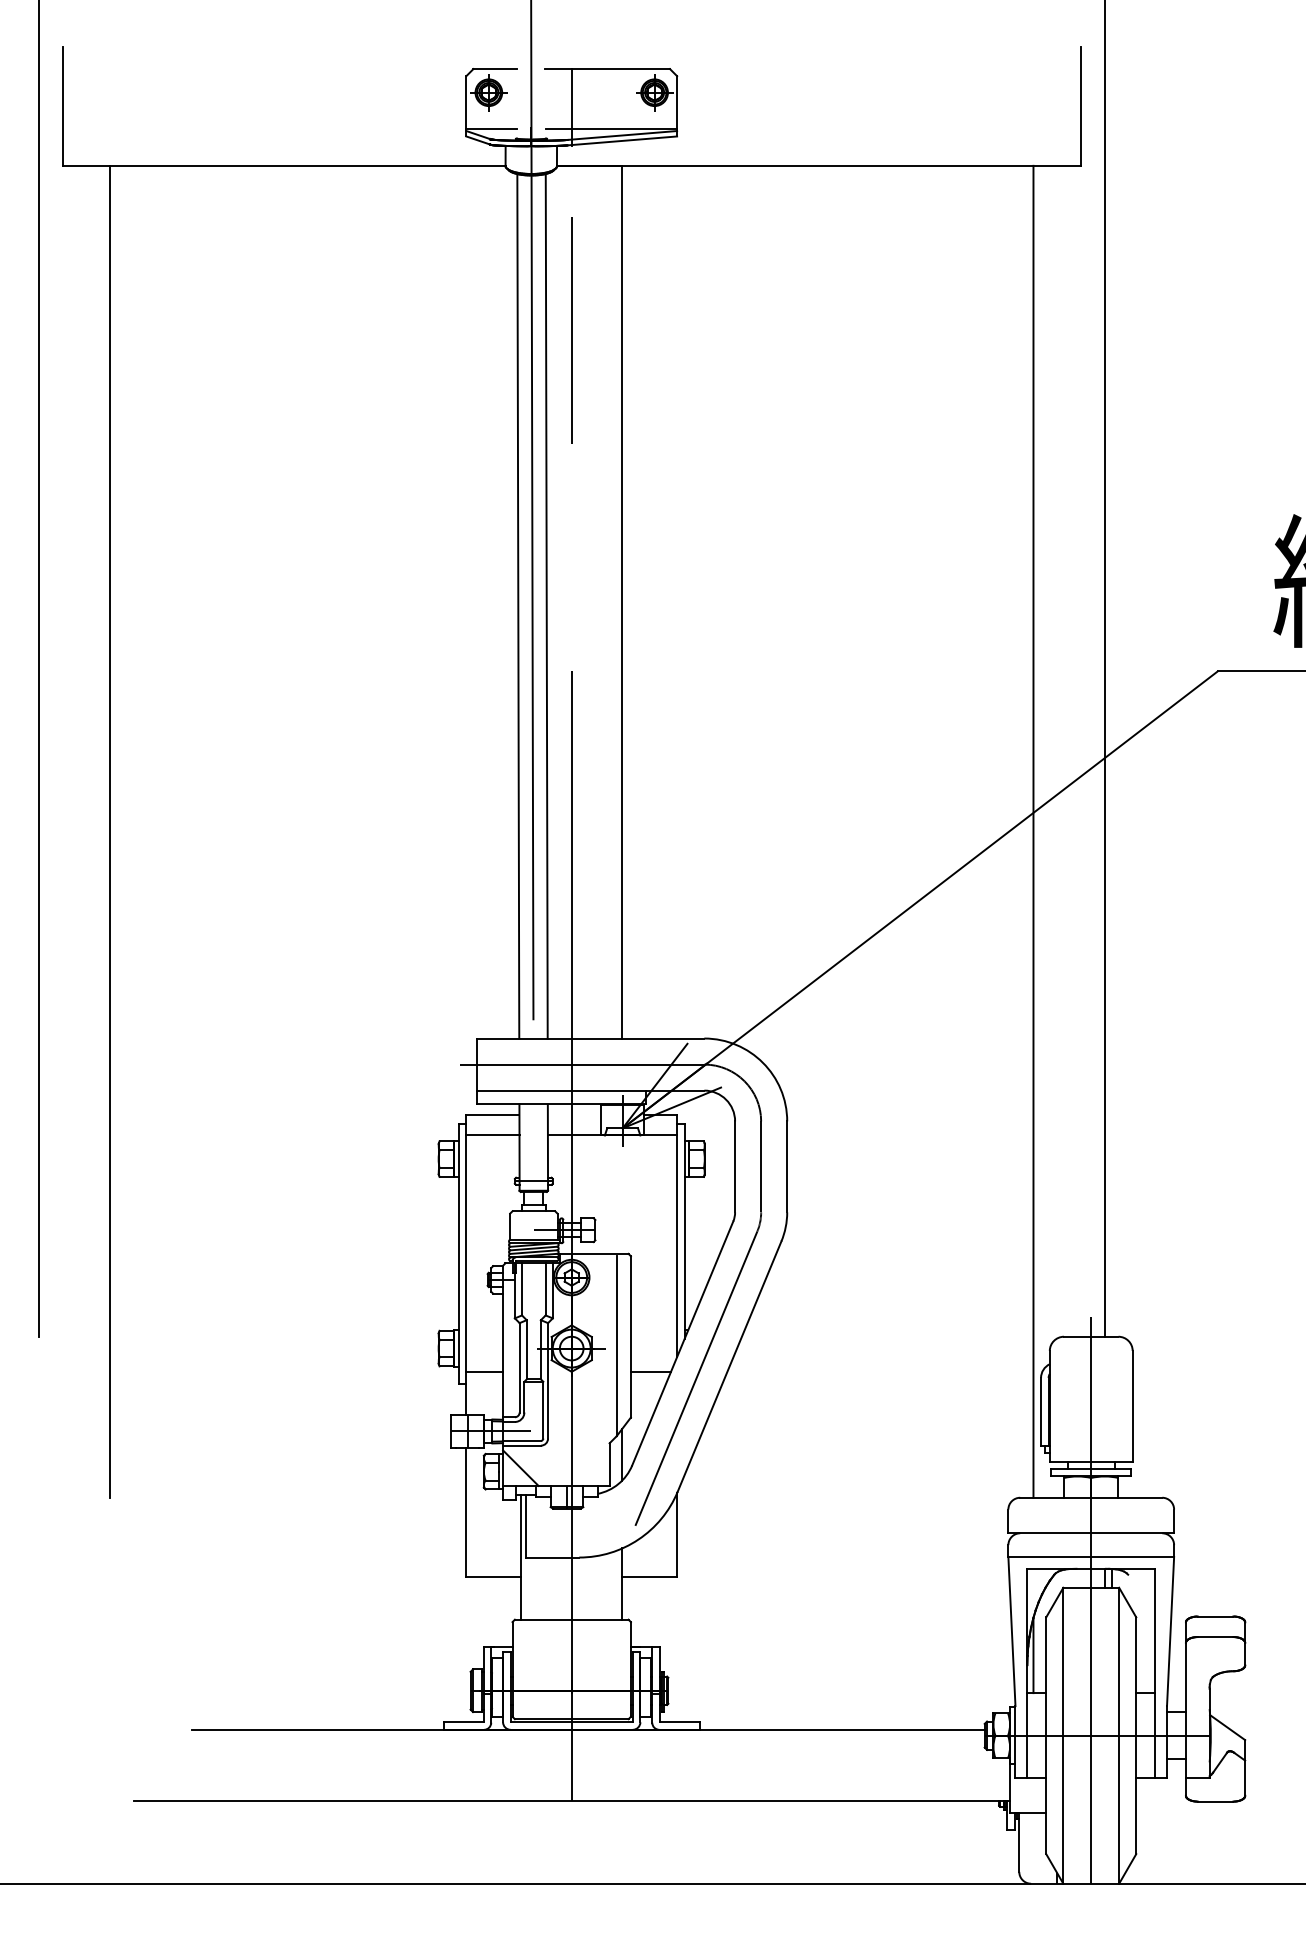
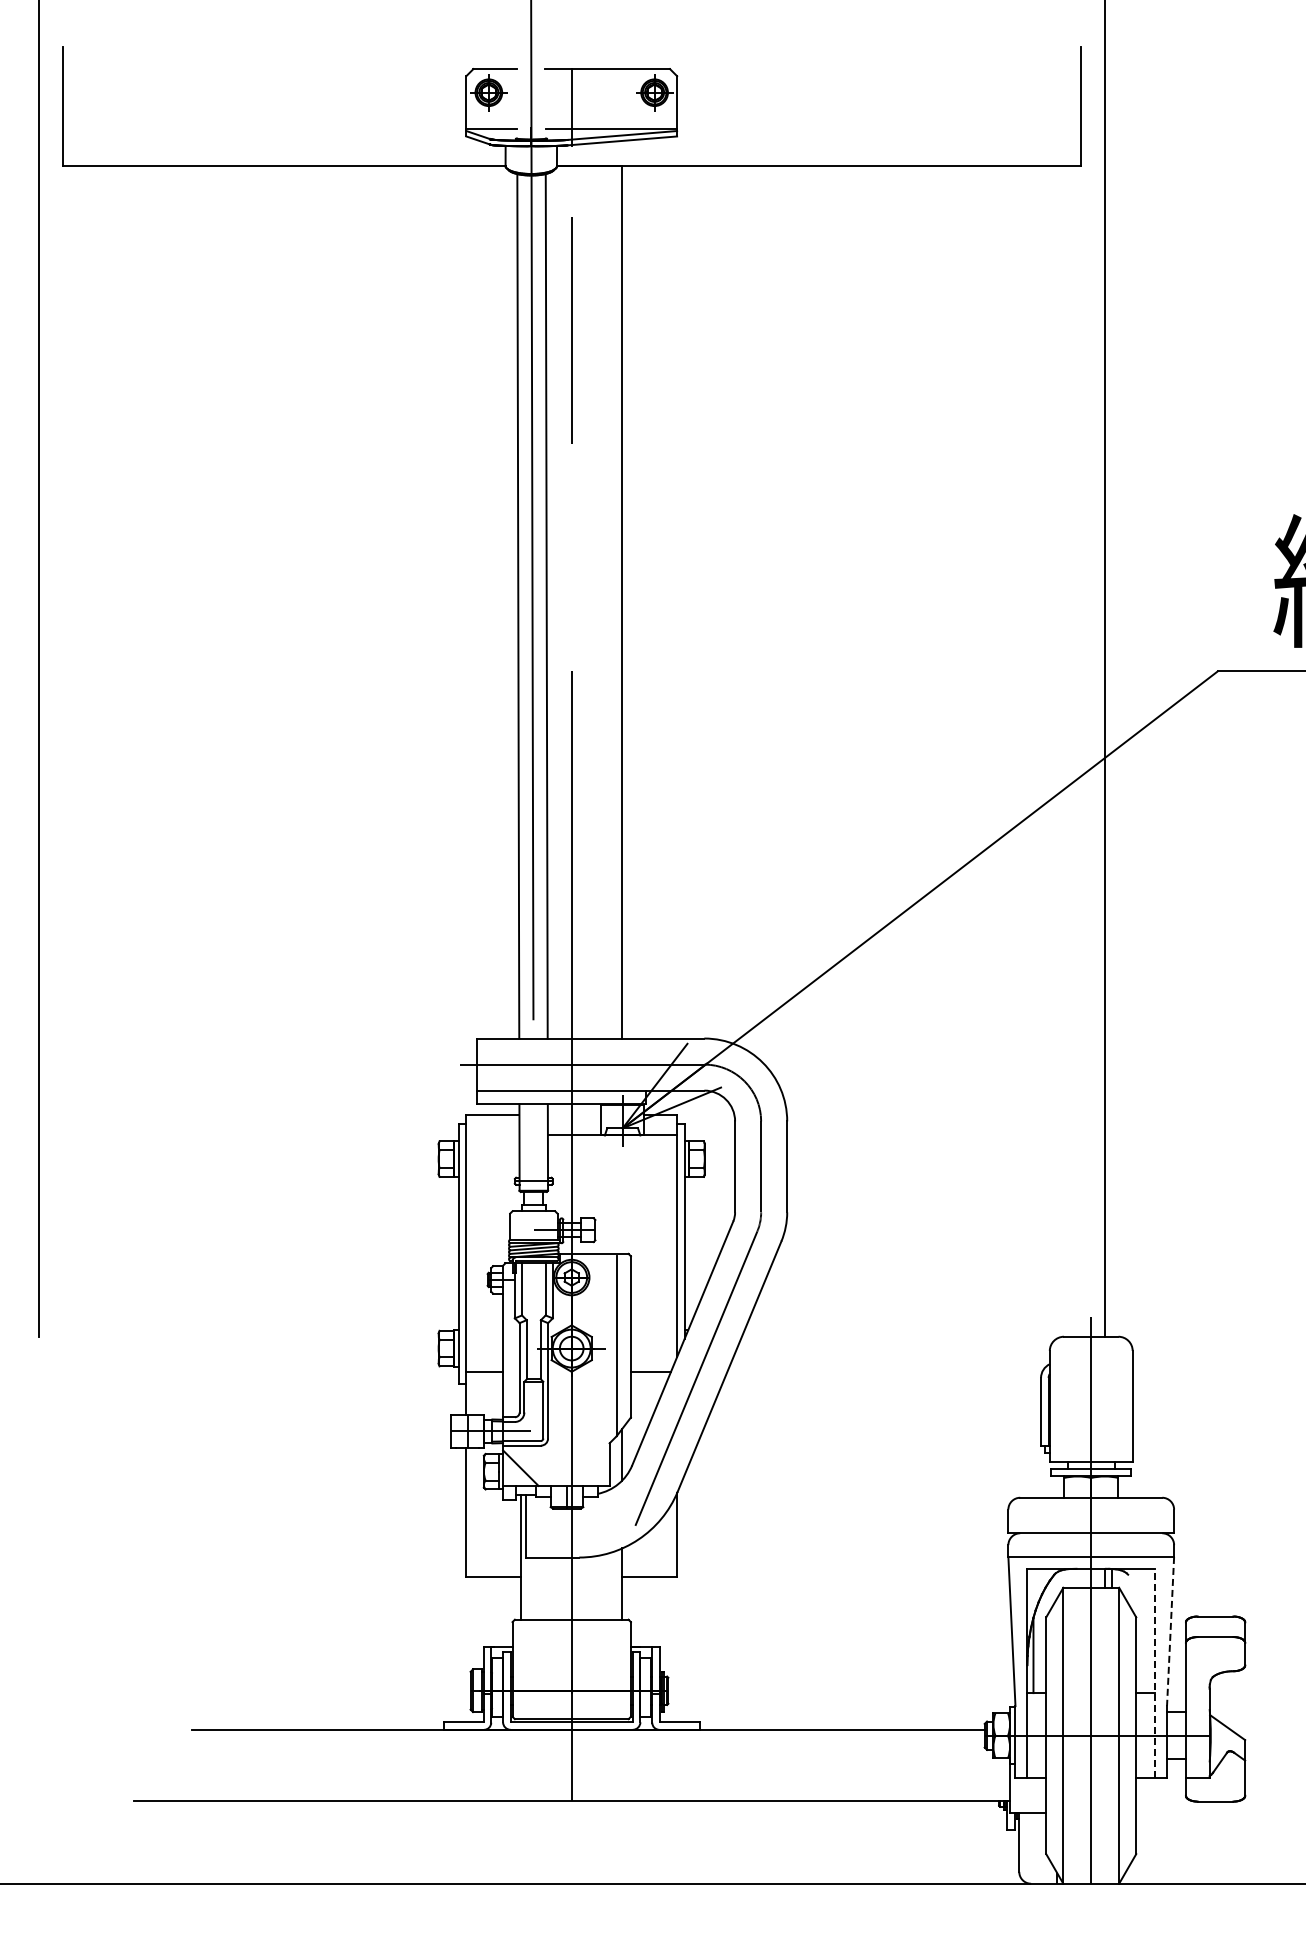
line at (110, 831): present -> none
line at (1033, 831): present -> none
line at (492, 1135): present -> none
line at (1170, 1631): solid -> dashed
line at (1155, 1673): solid -> dashed
